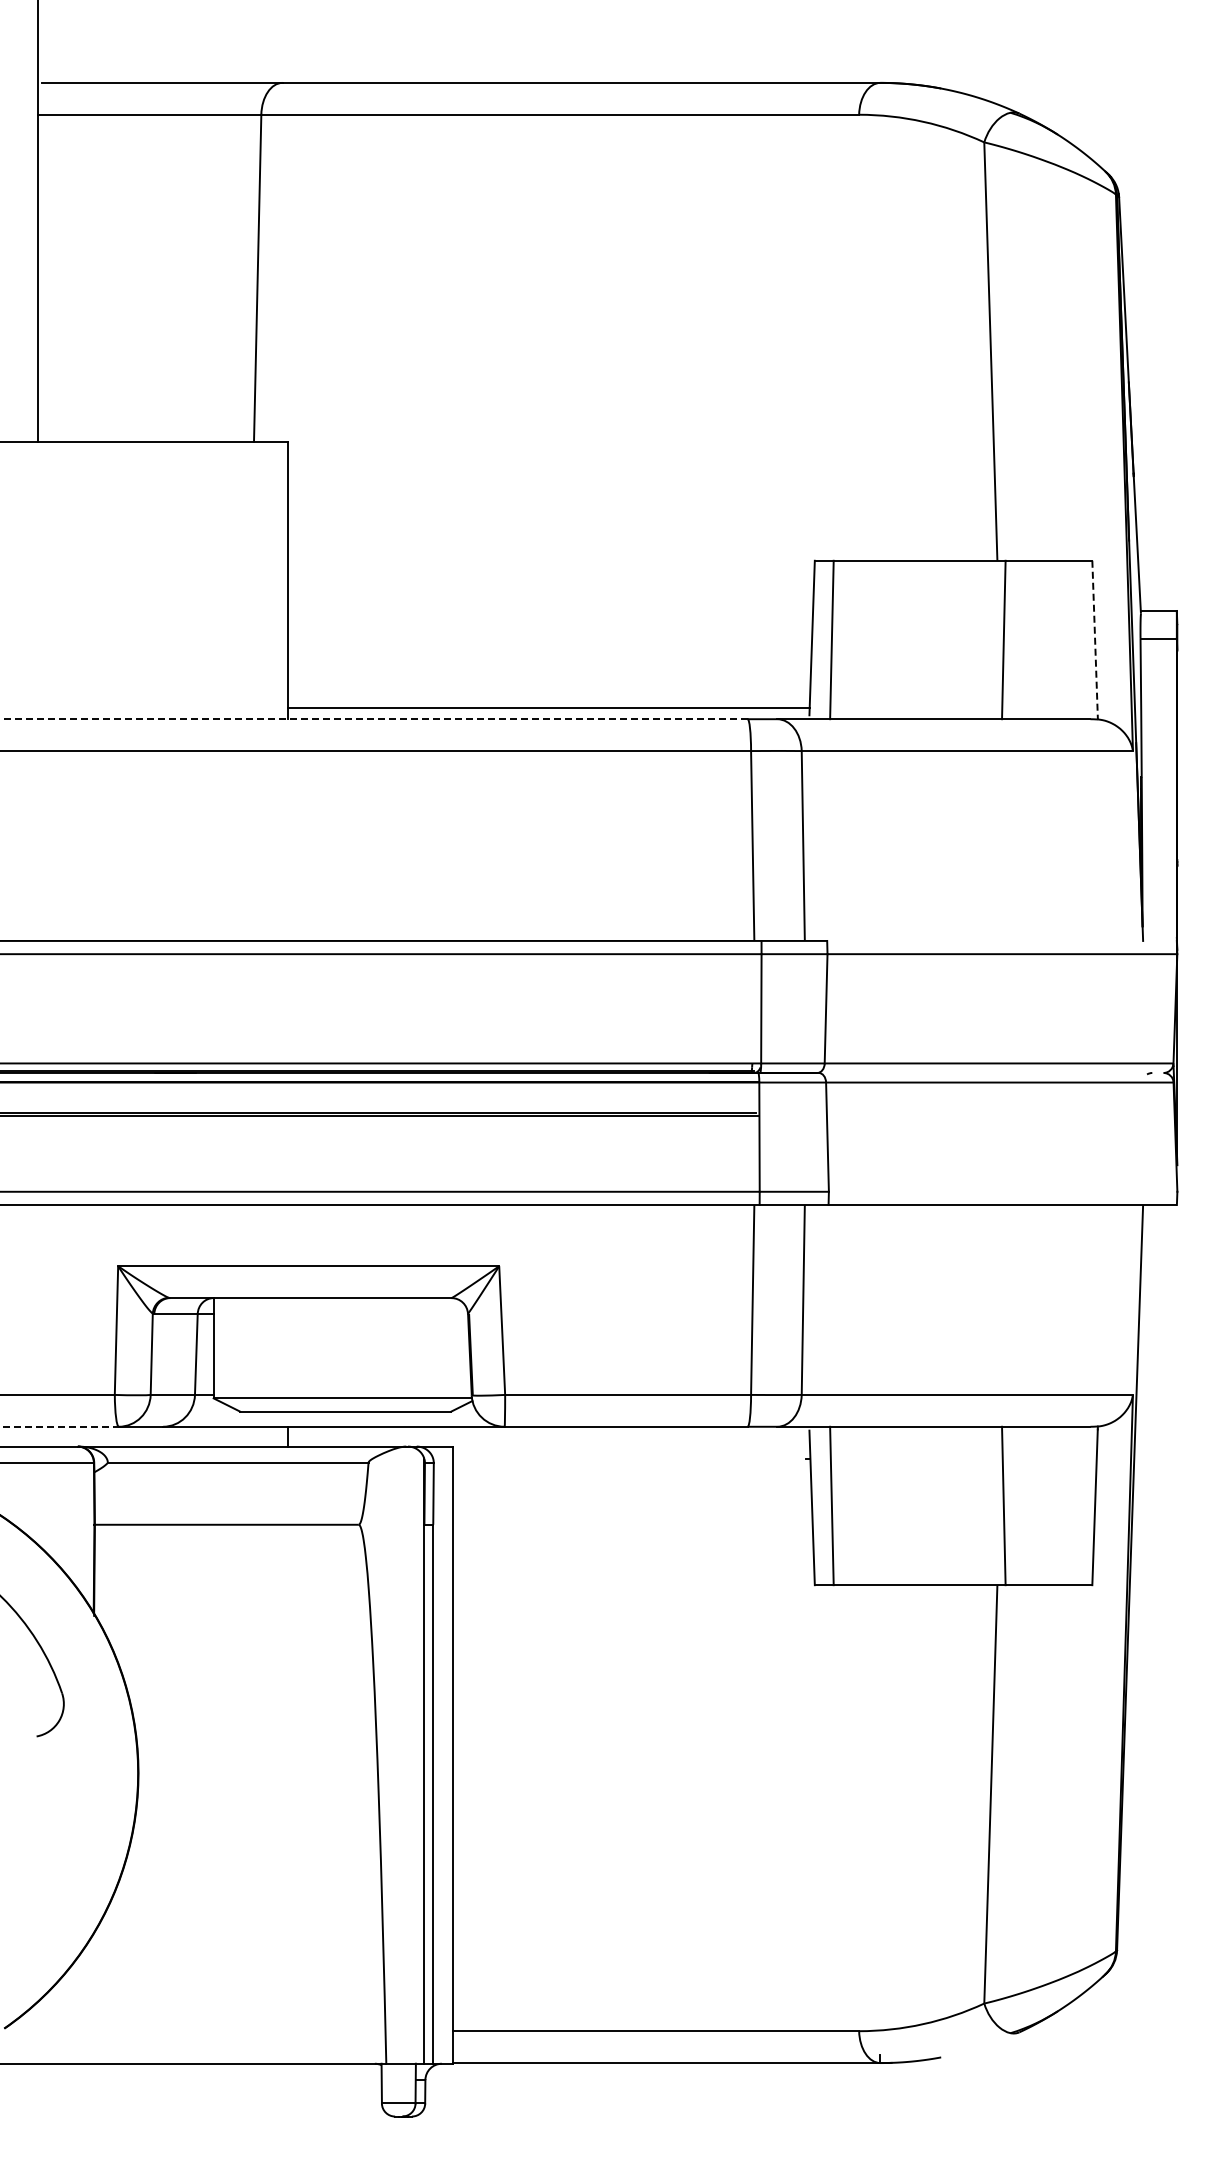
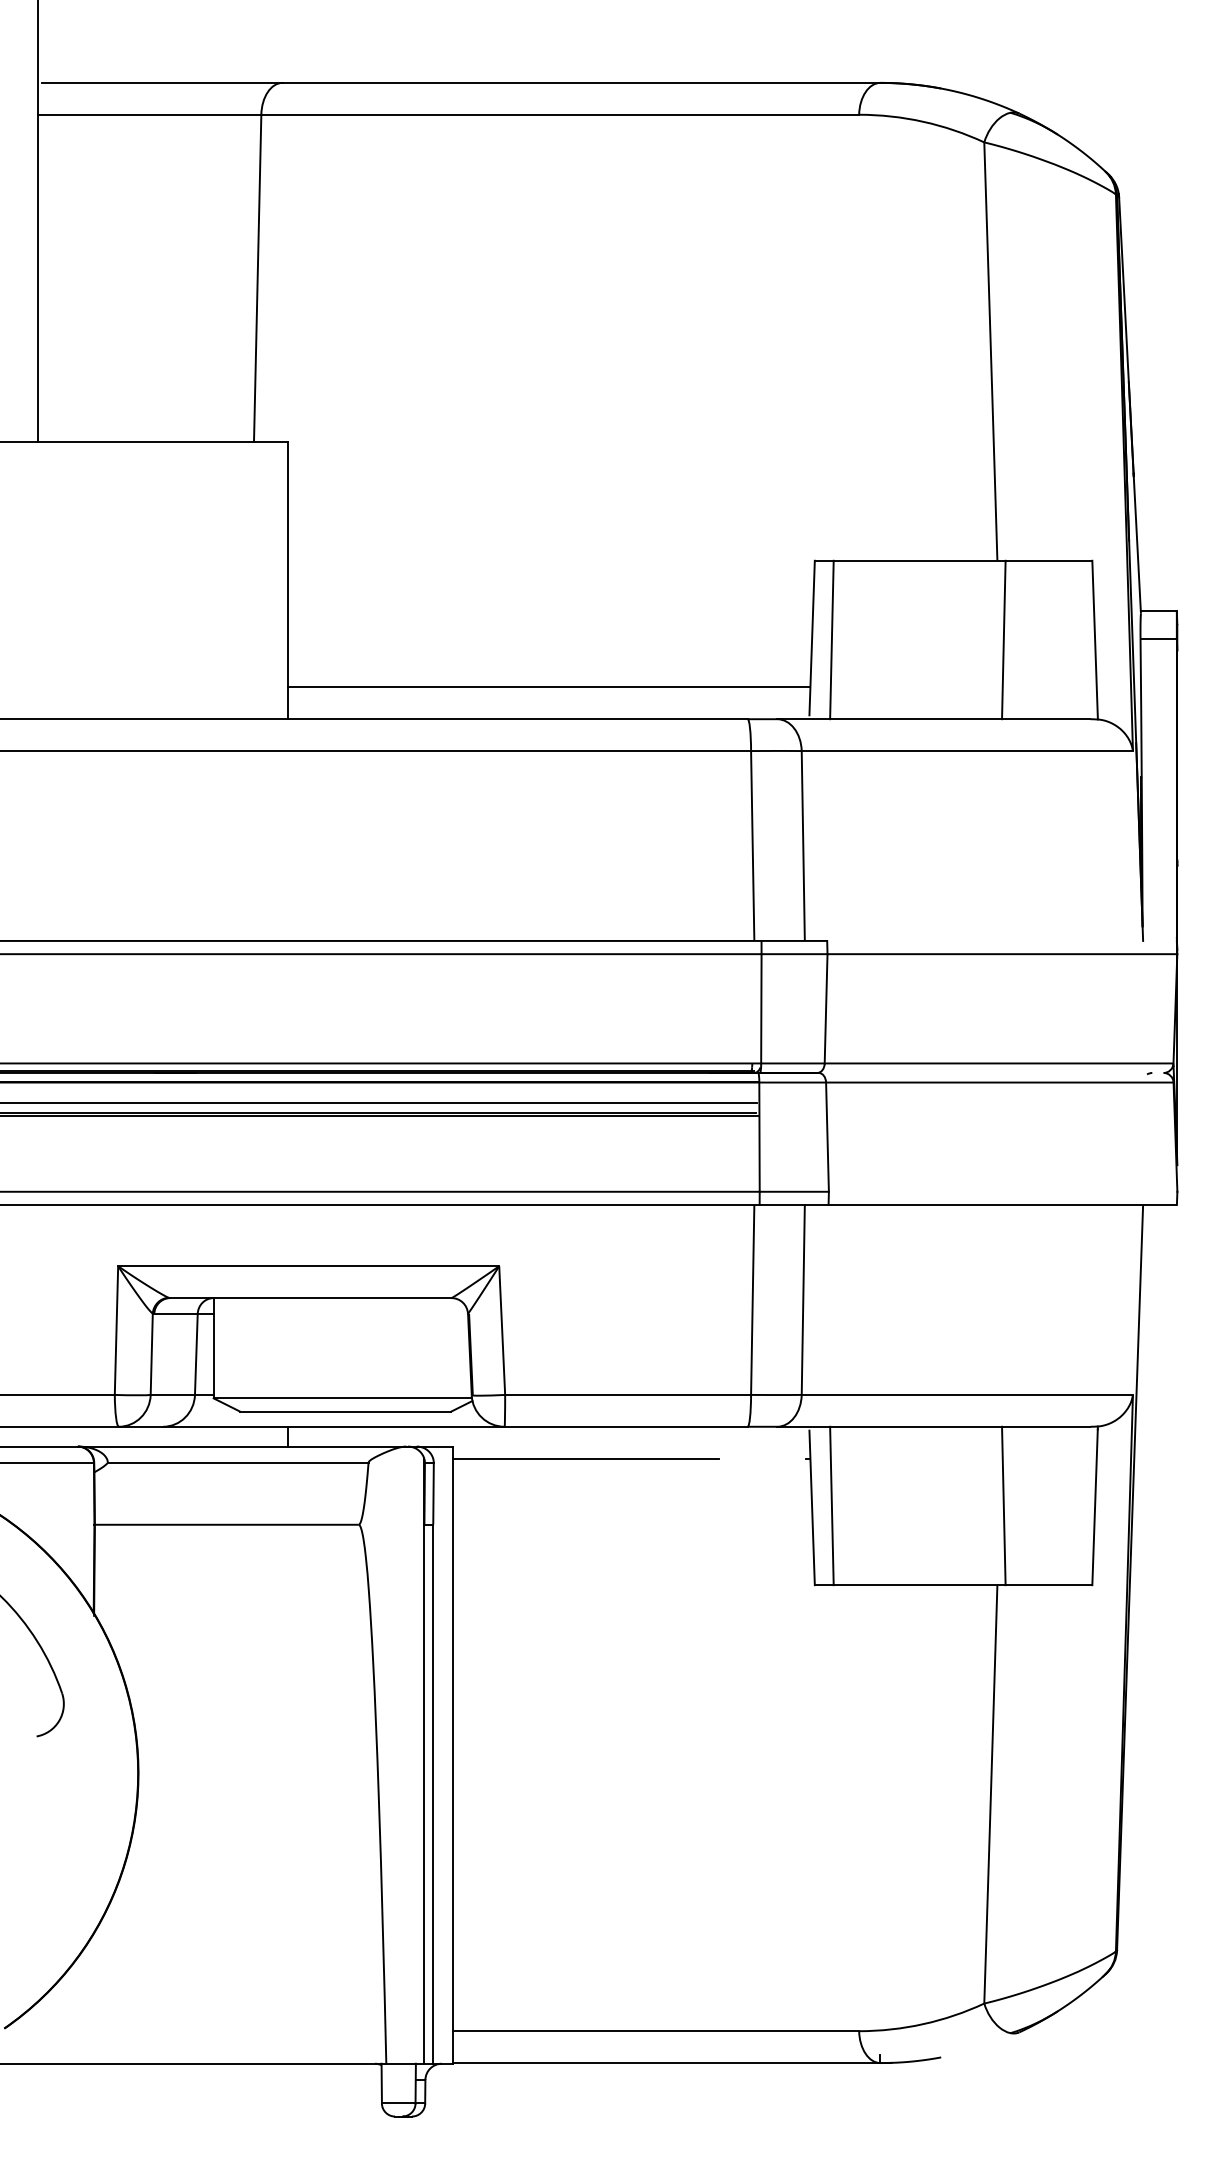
line at (1095, 640): dashed -> solid
line at (548, 708) position: (548, 708) -> (548, 687)
line at (373, 719): dashed -> solid
line at (379, 1103): none -> present
line at (59, 1426): dashed -> solid
line at (586, 1458): none -> present
